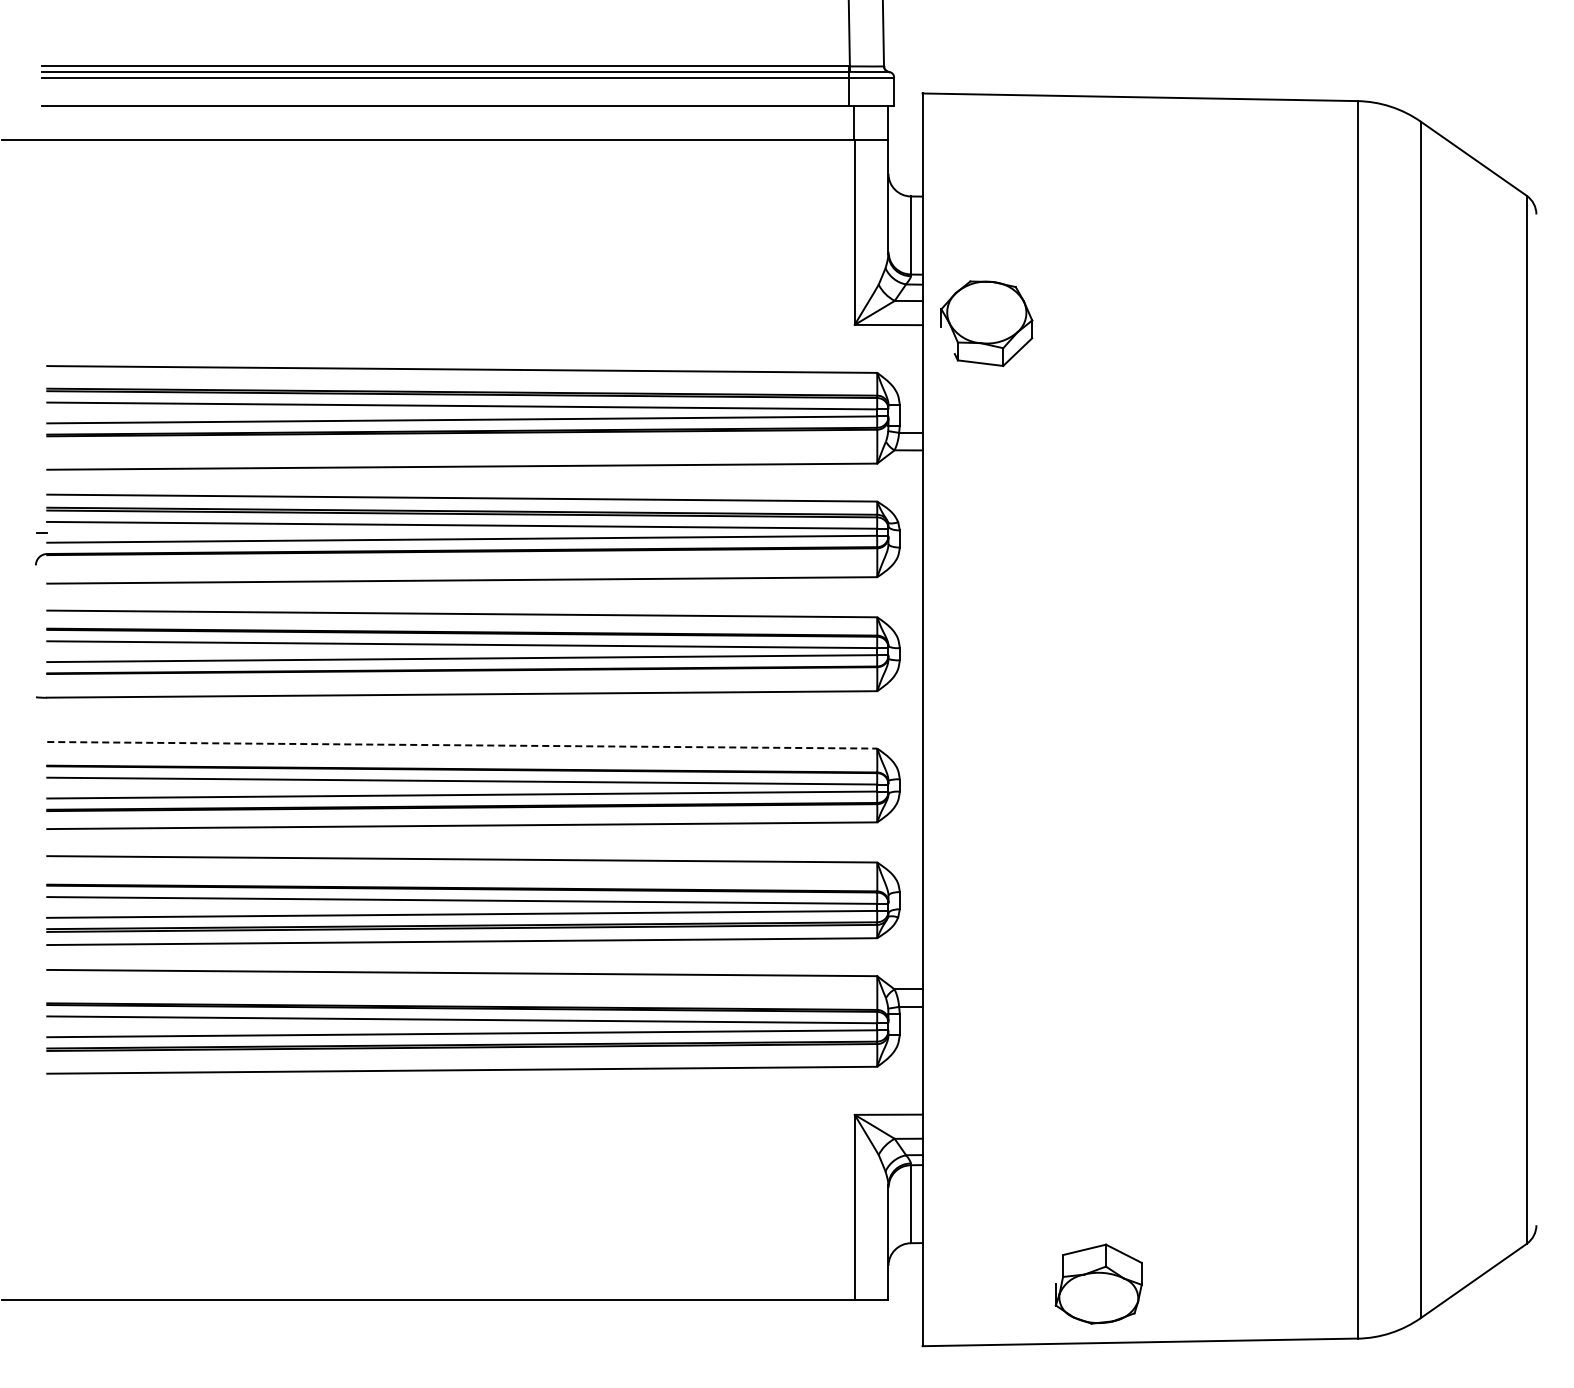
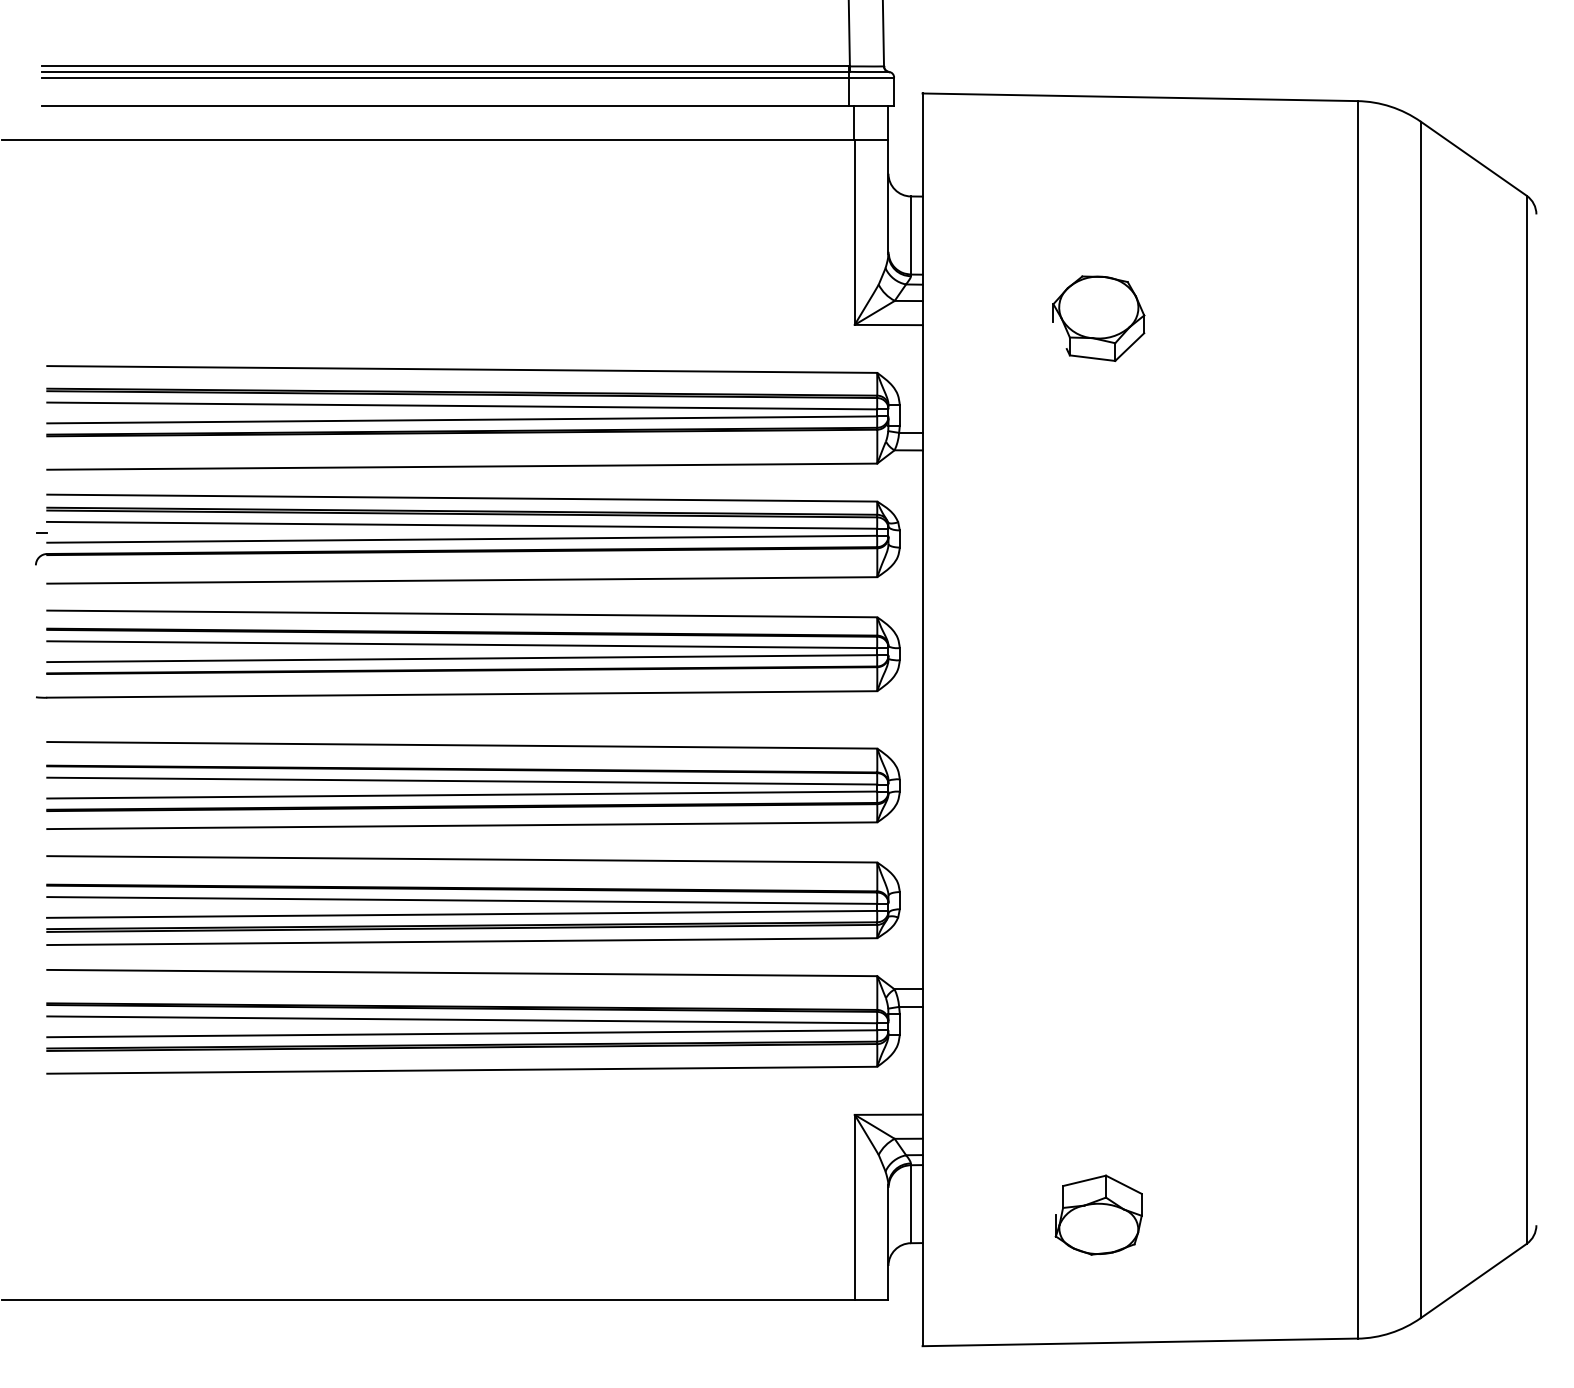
part at (986, 323) position: (986, 323) -> (1098, 318)
line at (462, 745): dashed -> solid
part at (1098, 1283) position: (1098, 1283) -> (1098, 1214)
